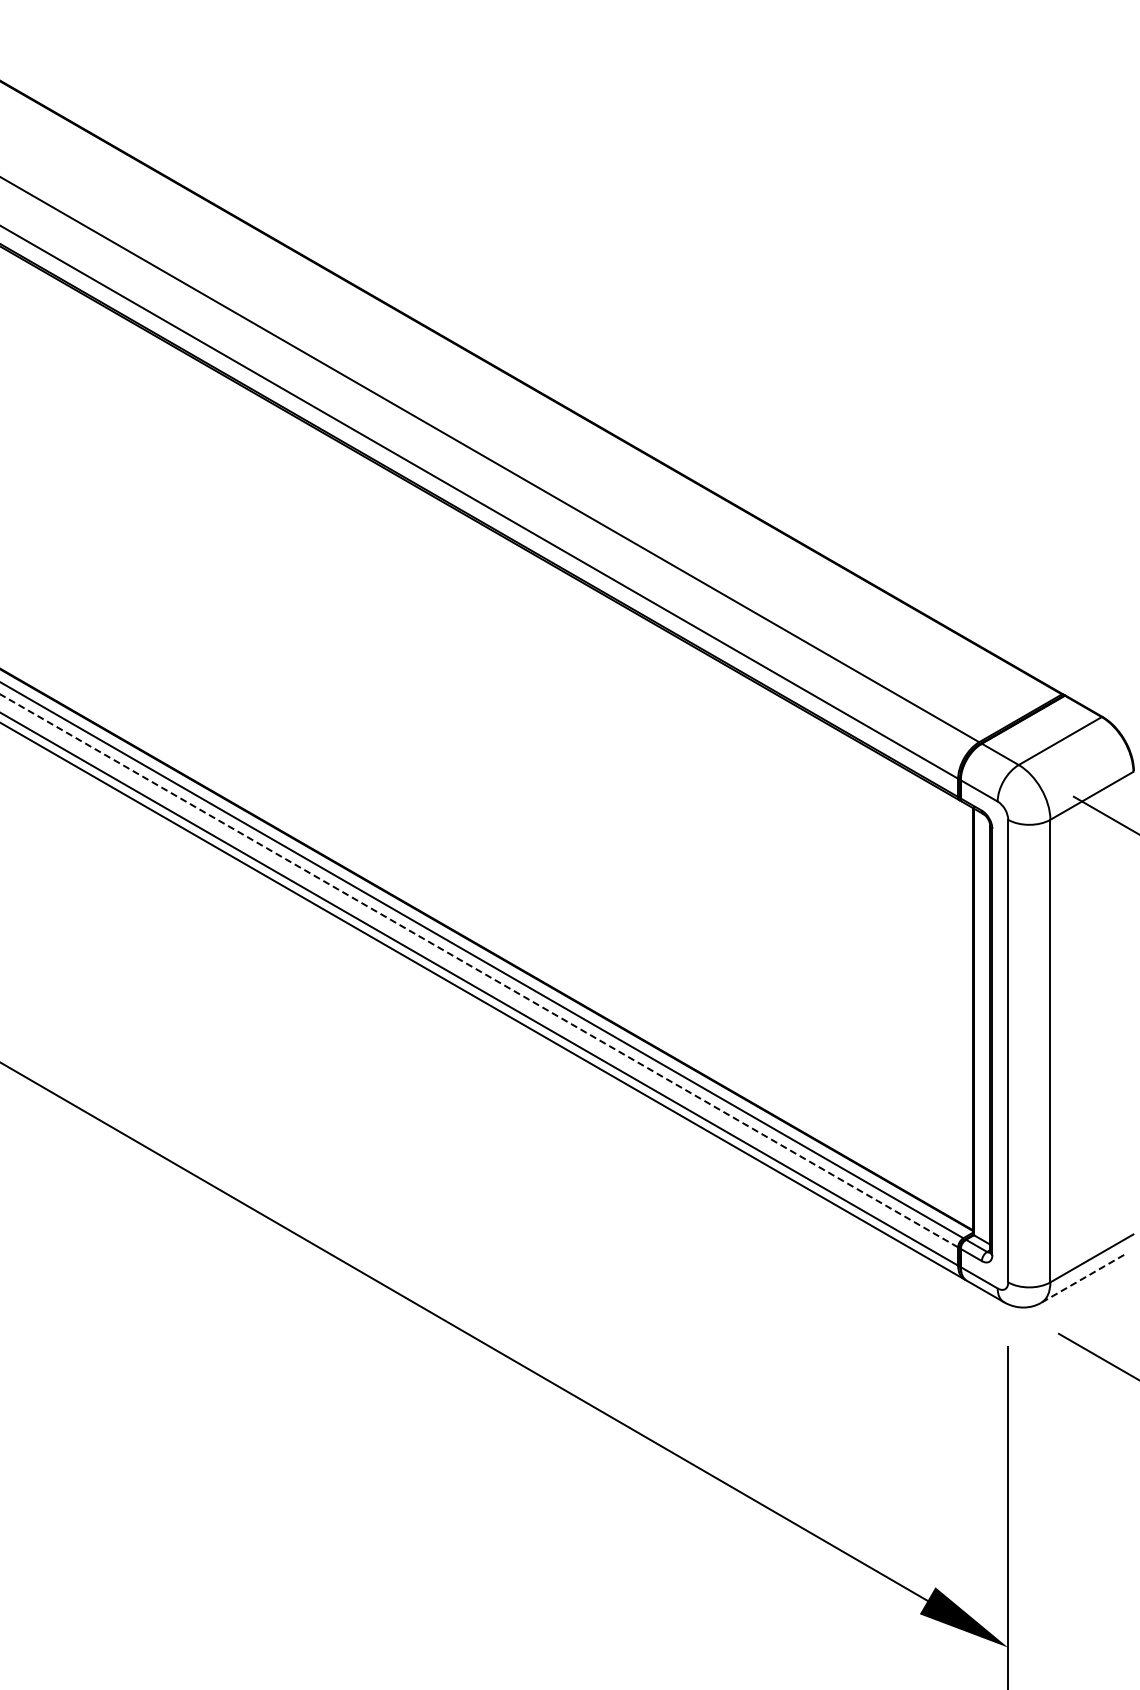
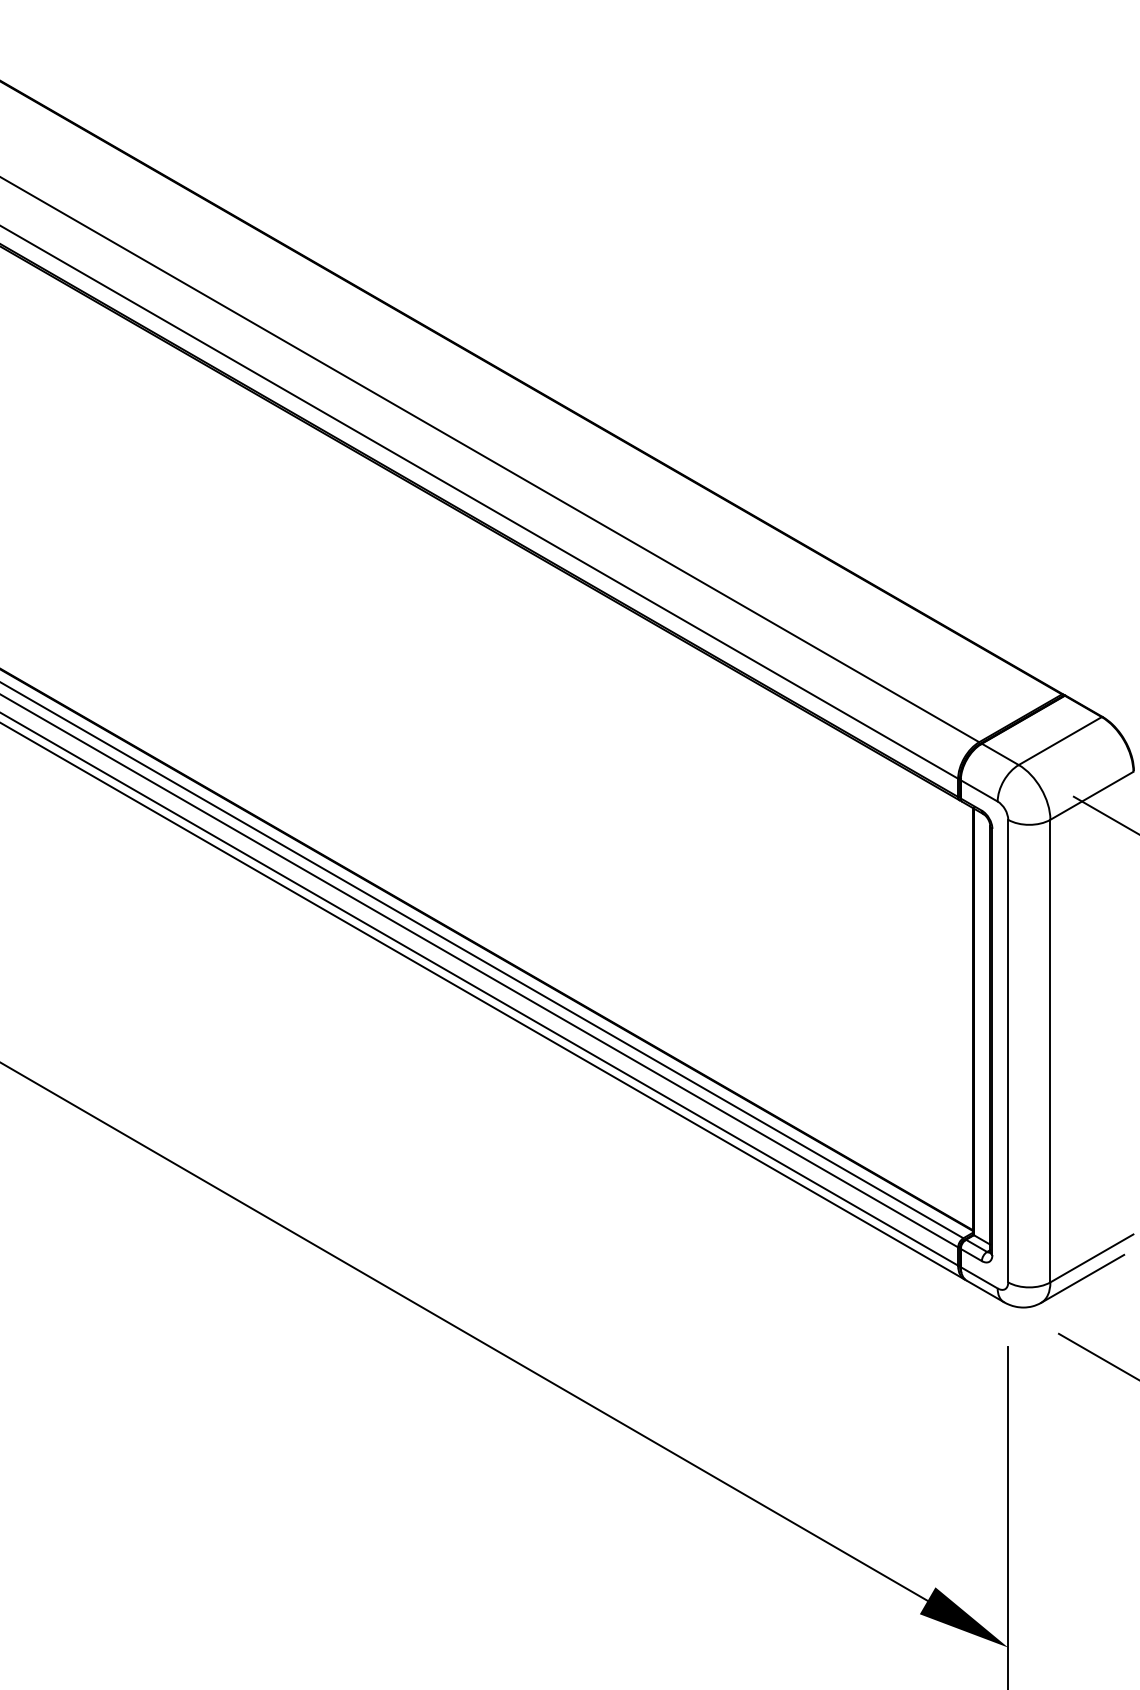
line at (479, 970): dashed -> solid
line at (1082, 1278): dashed -> solid
